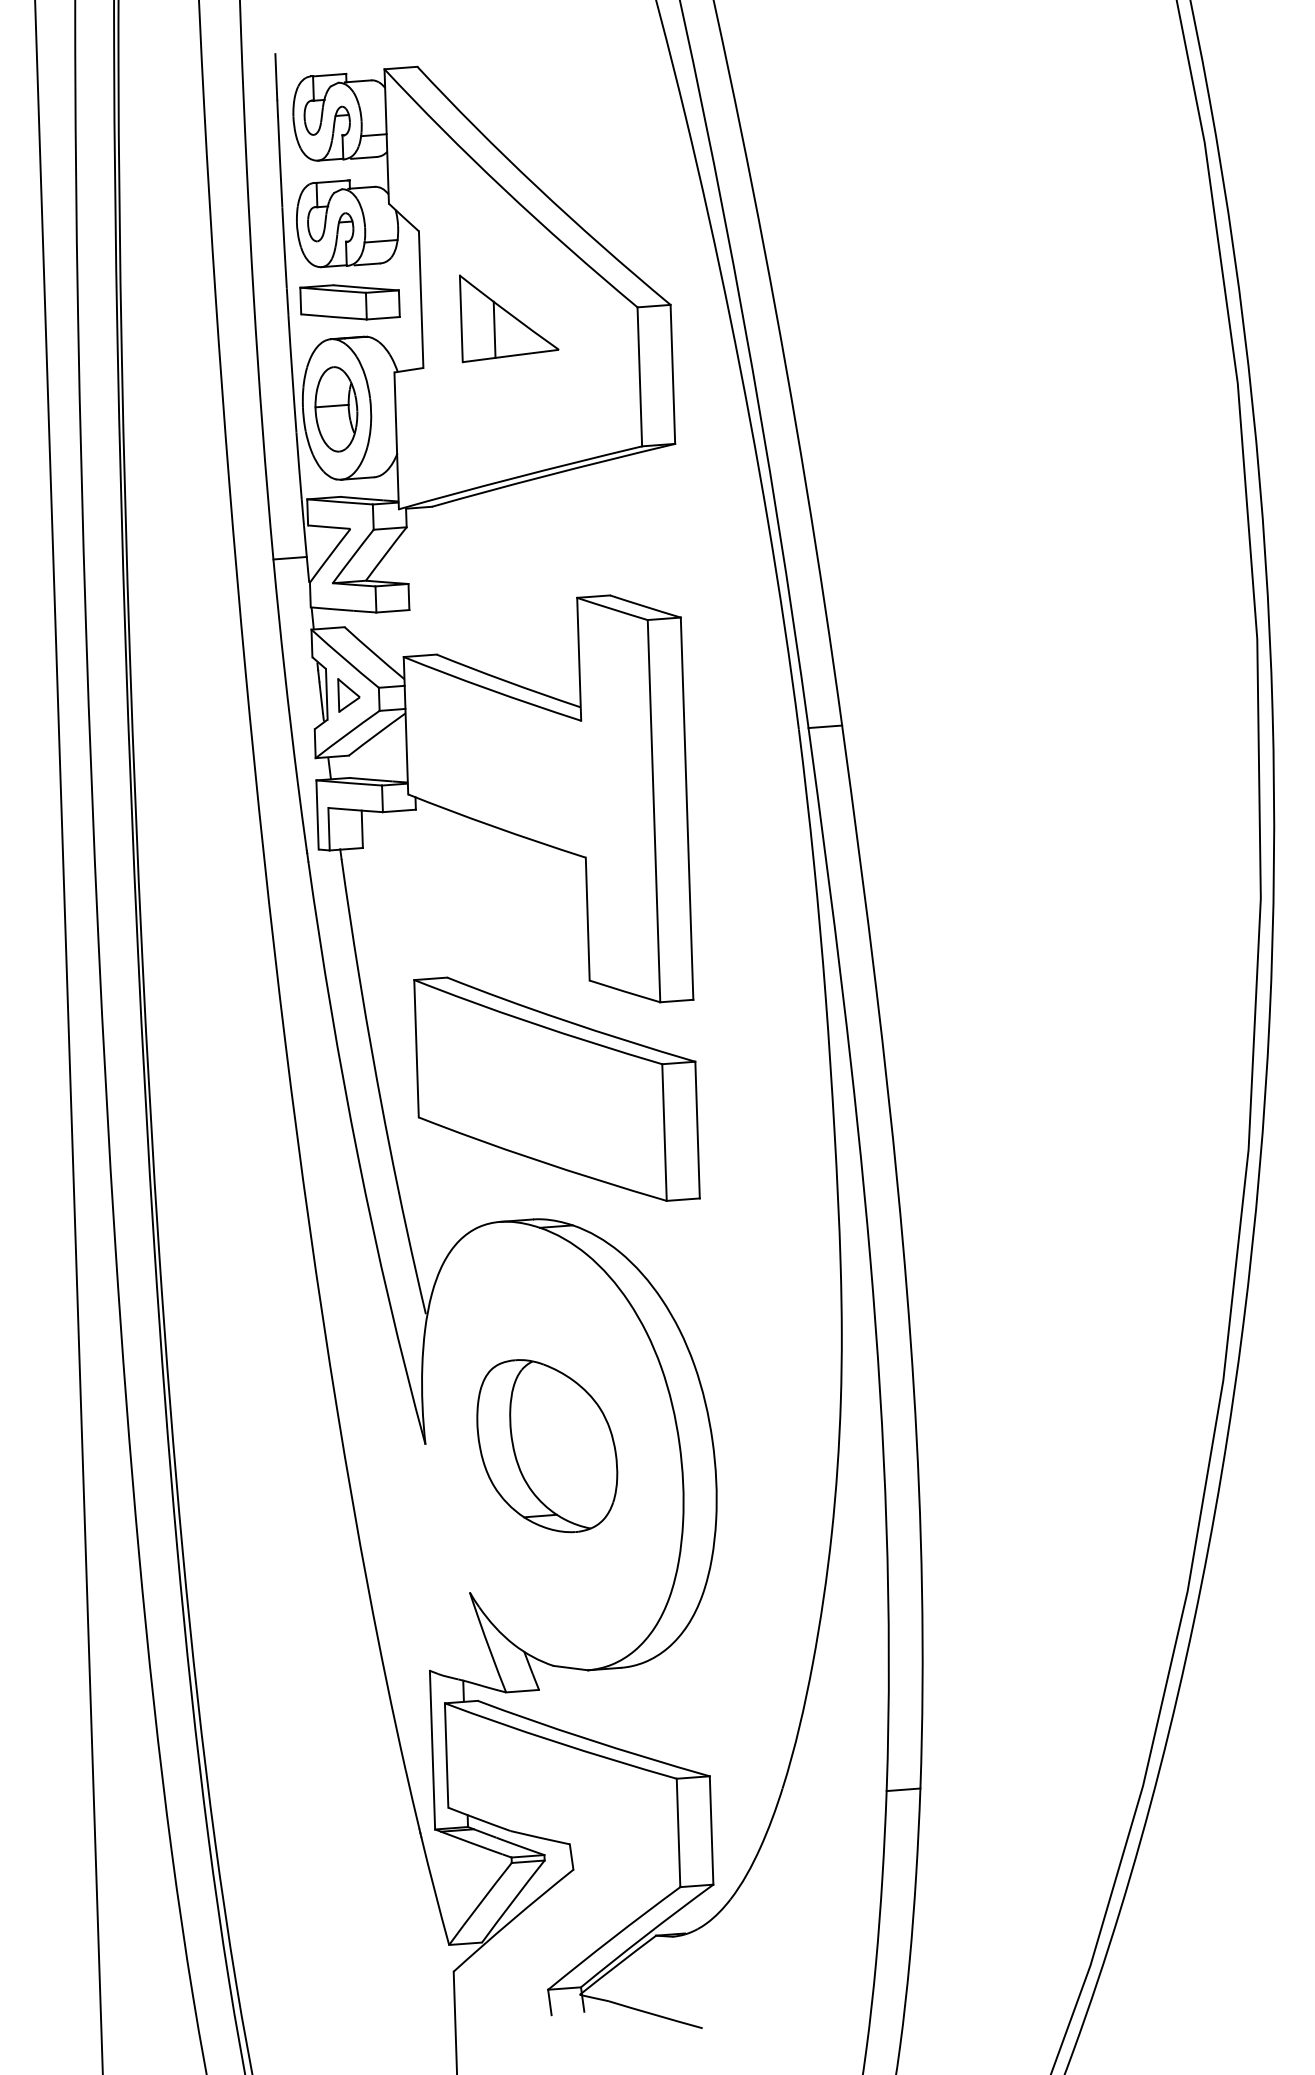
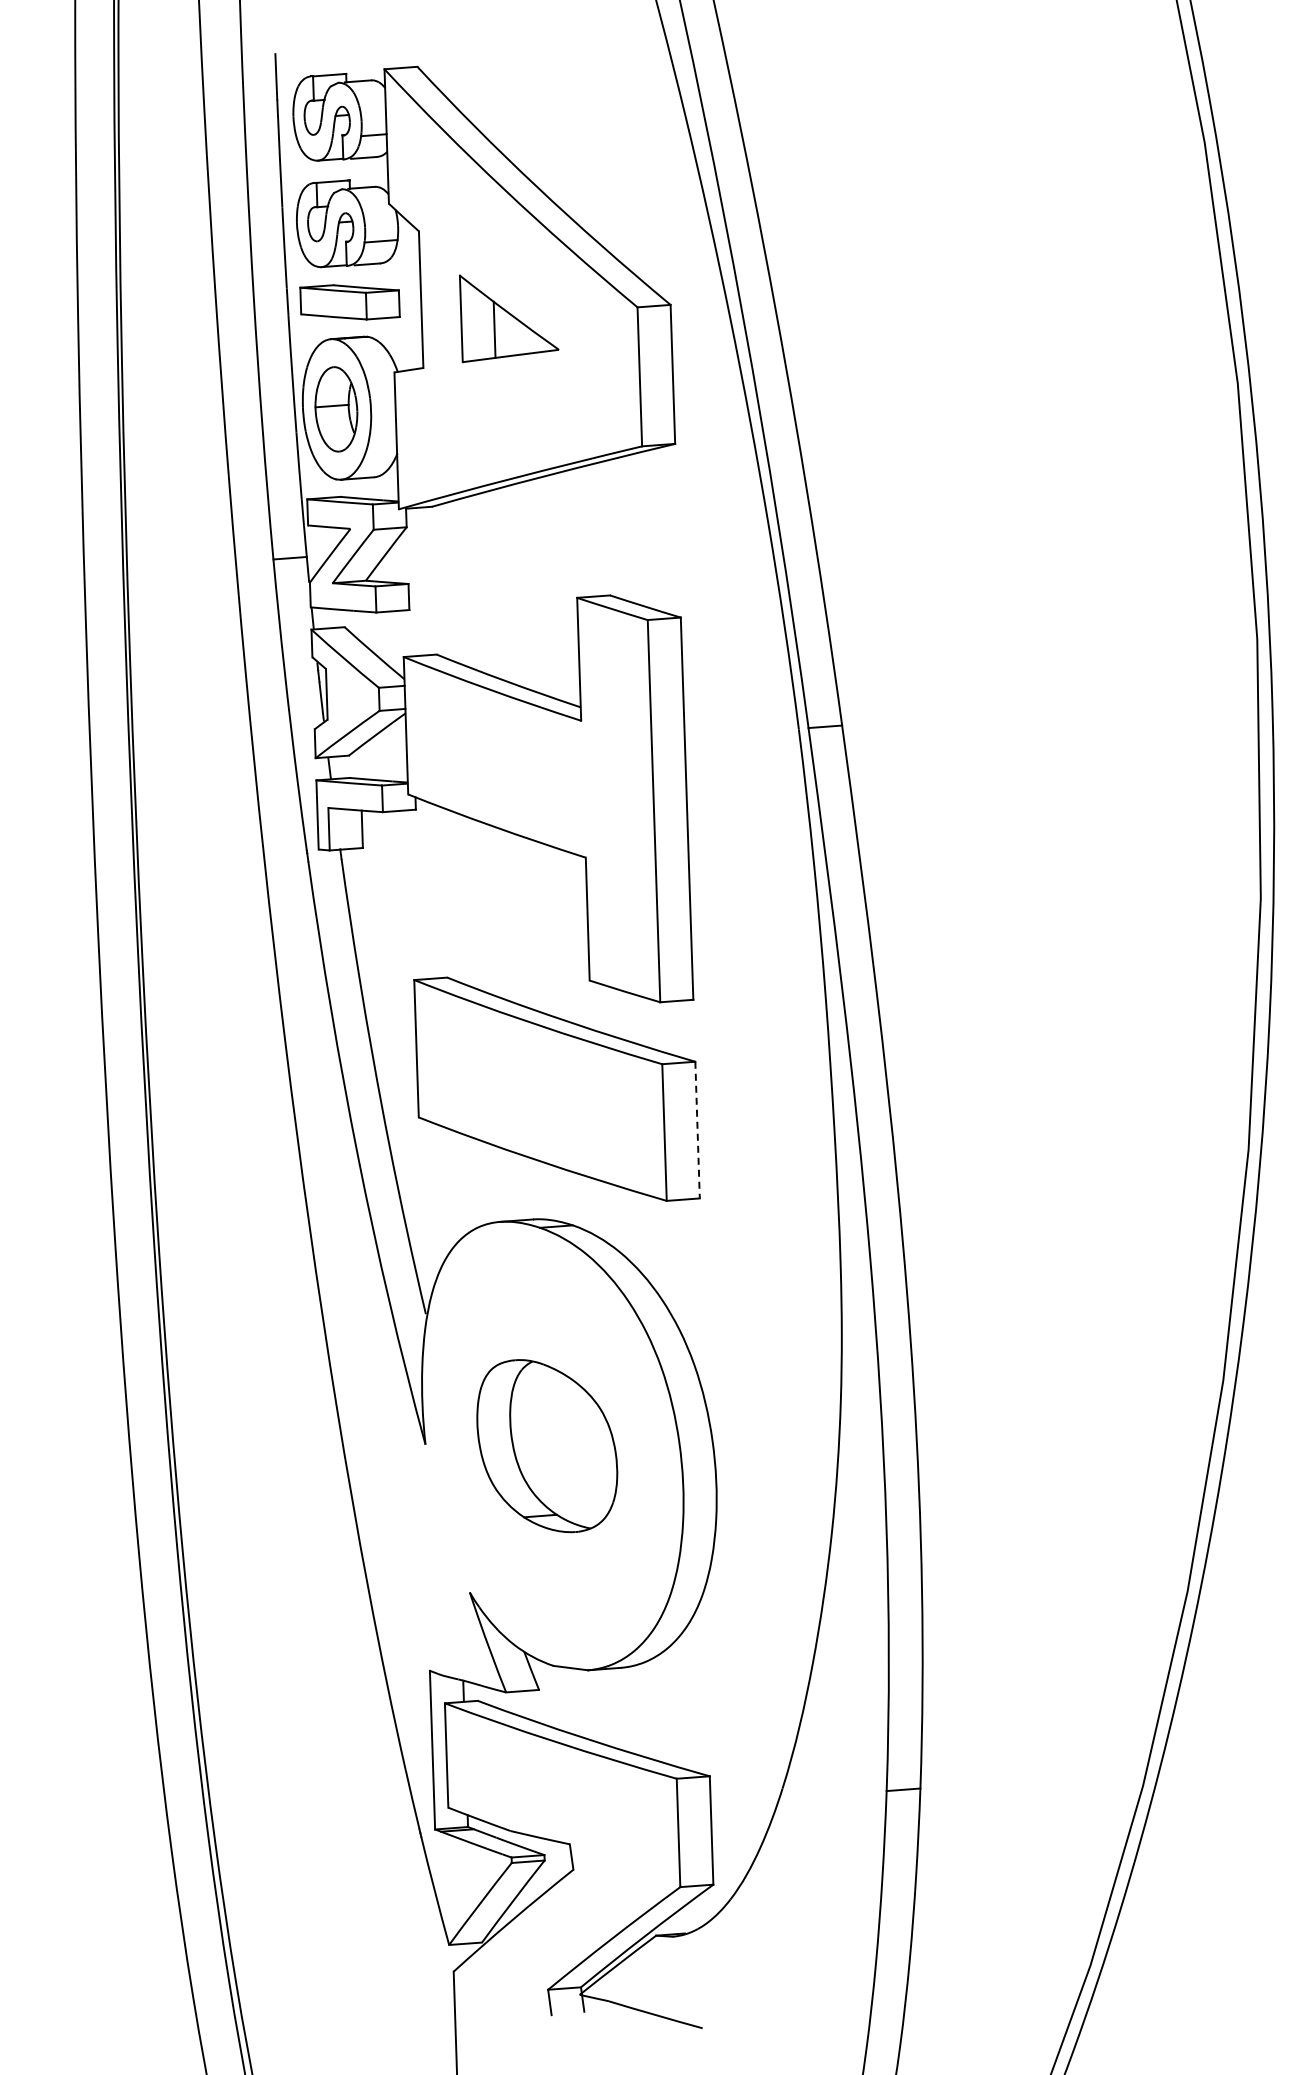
part at (348, 695): present -> none
line at (68, 1036): present -> none
line at (697, 1130): solid -> dashed
